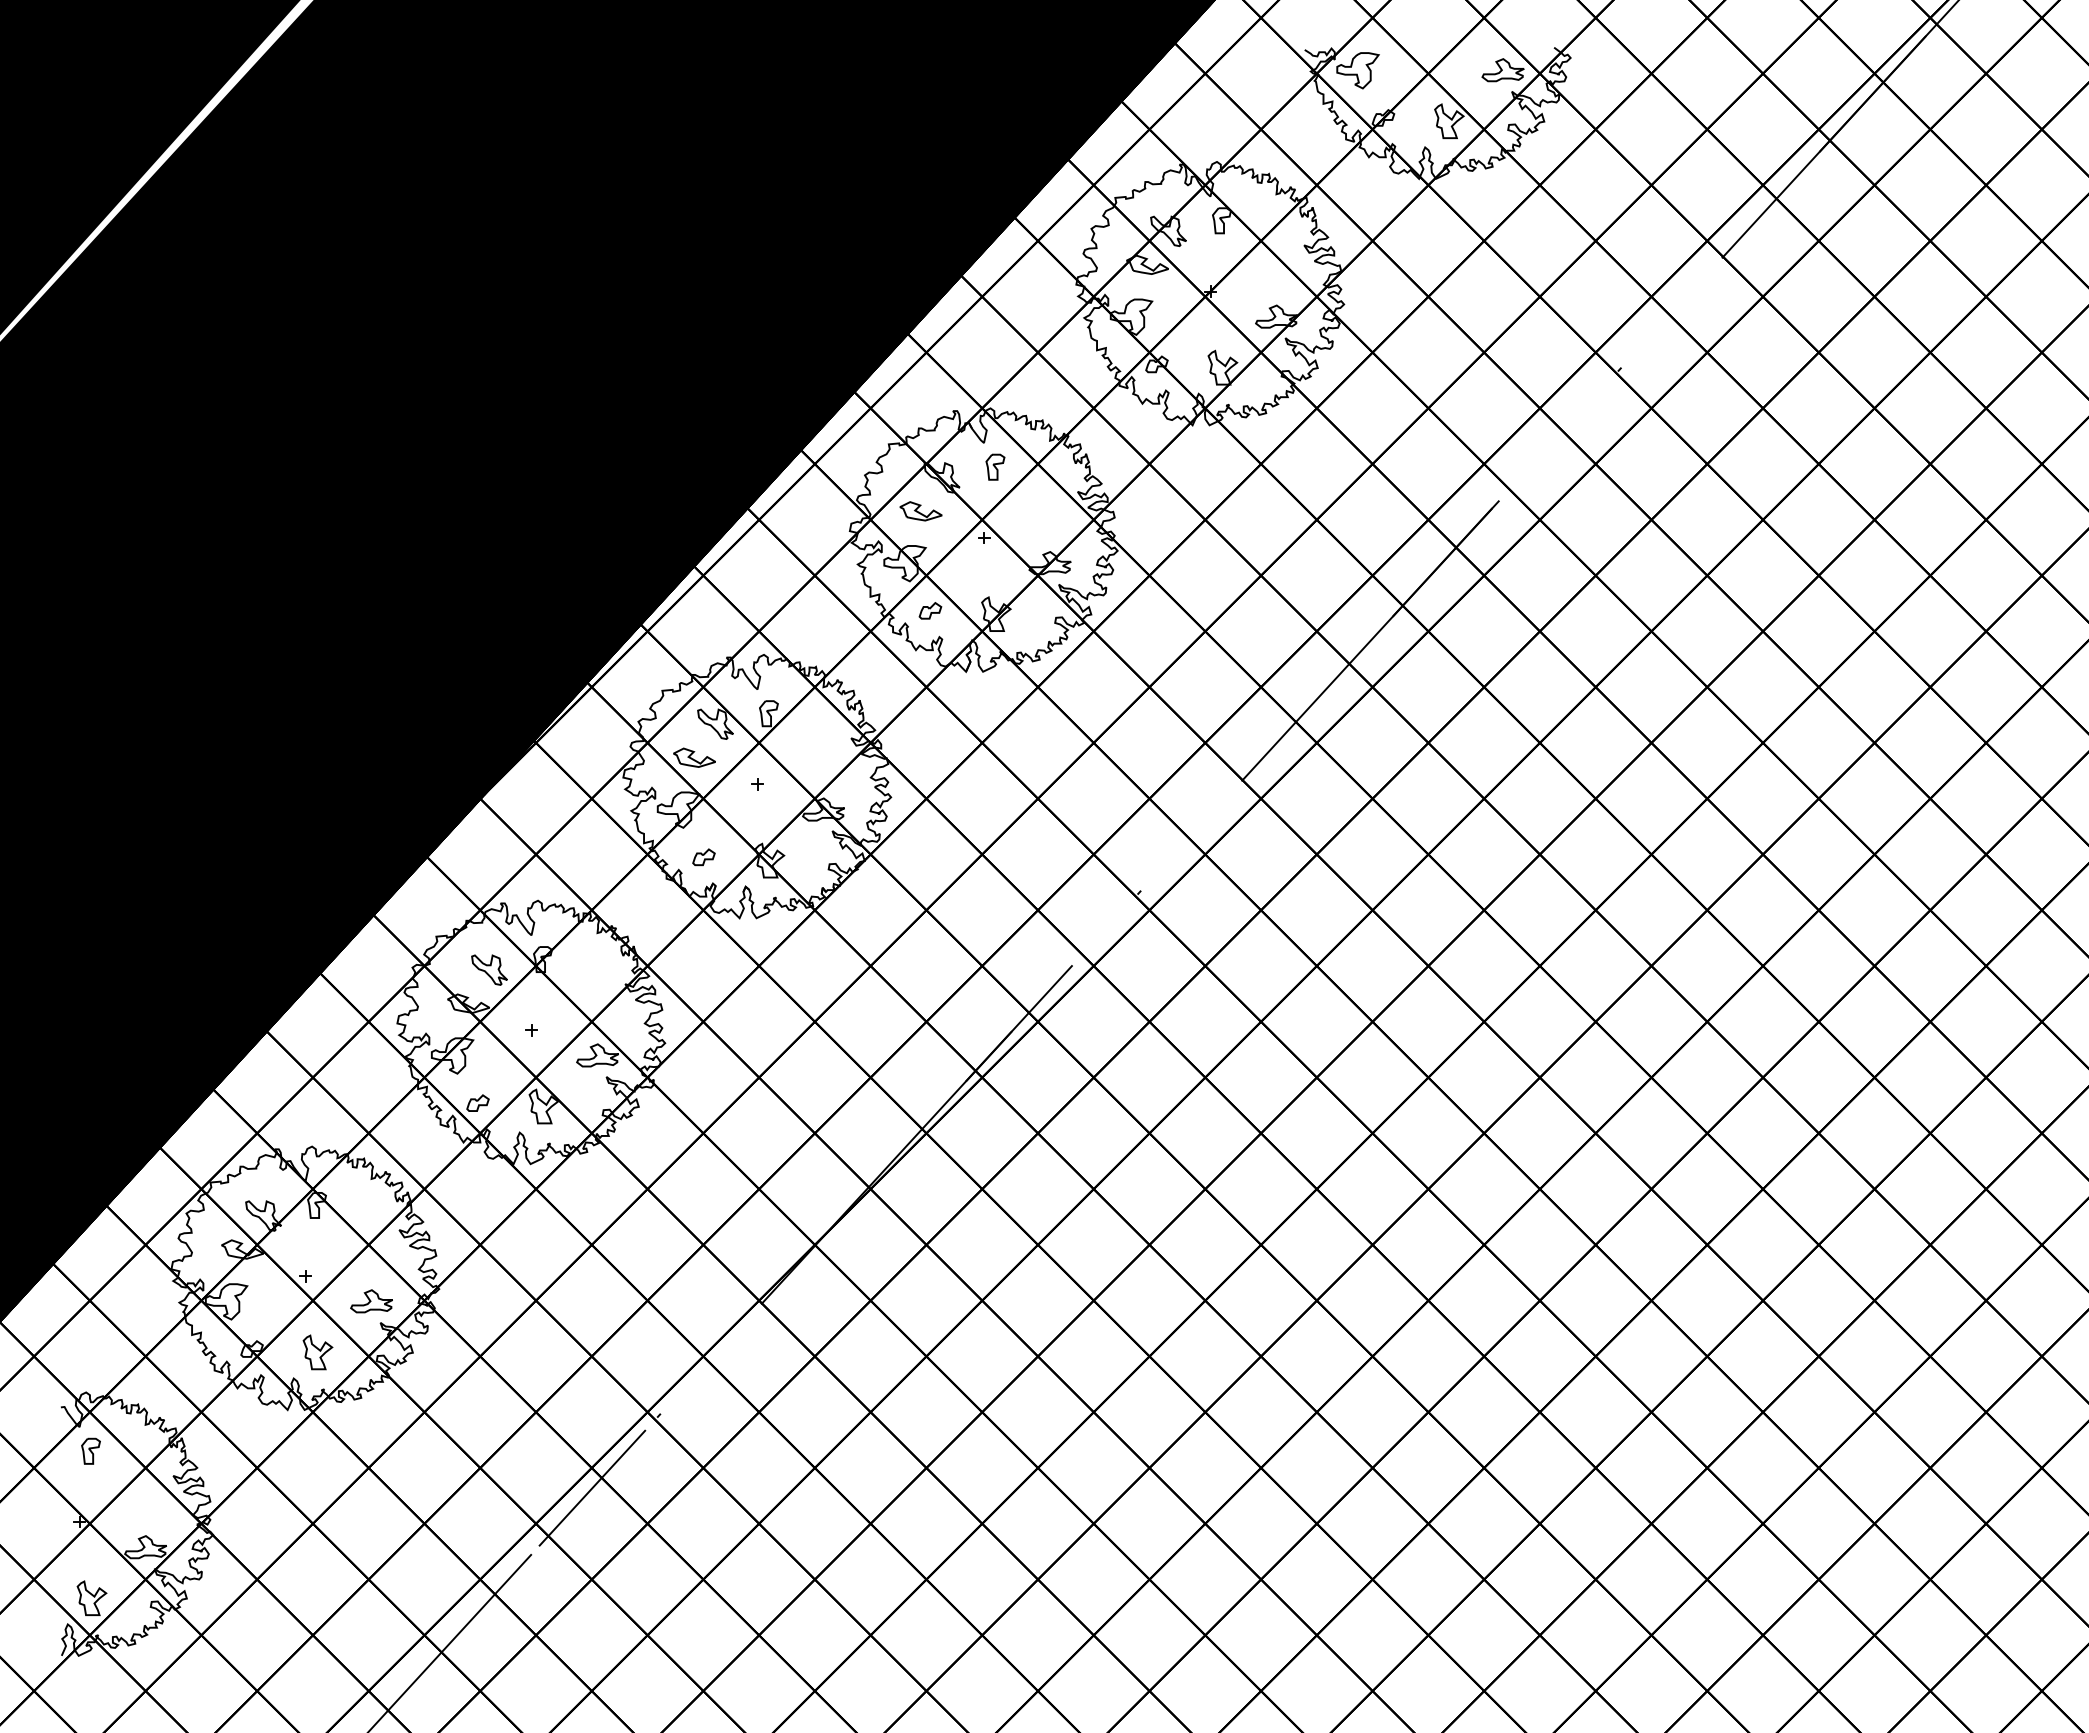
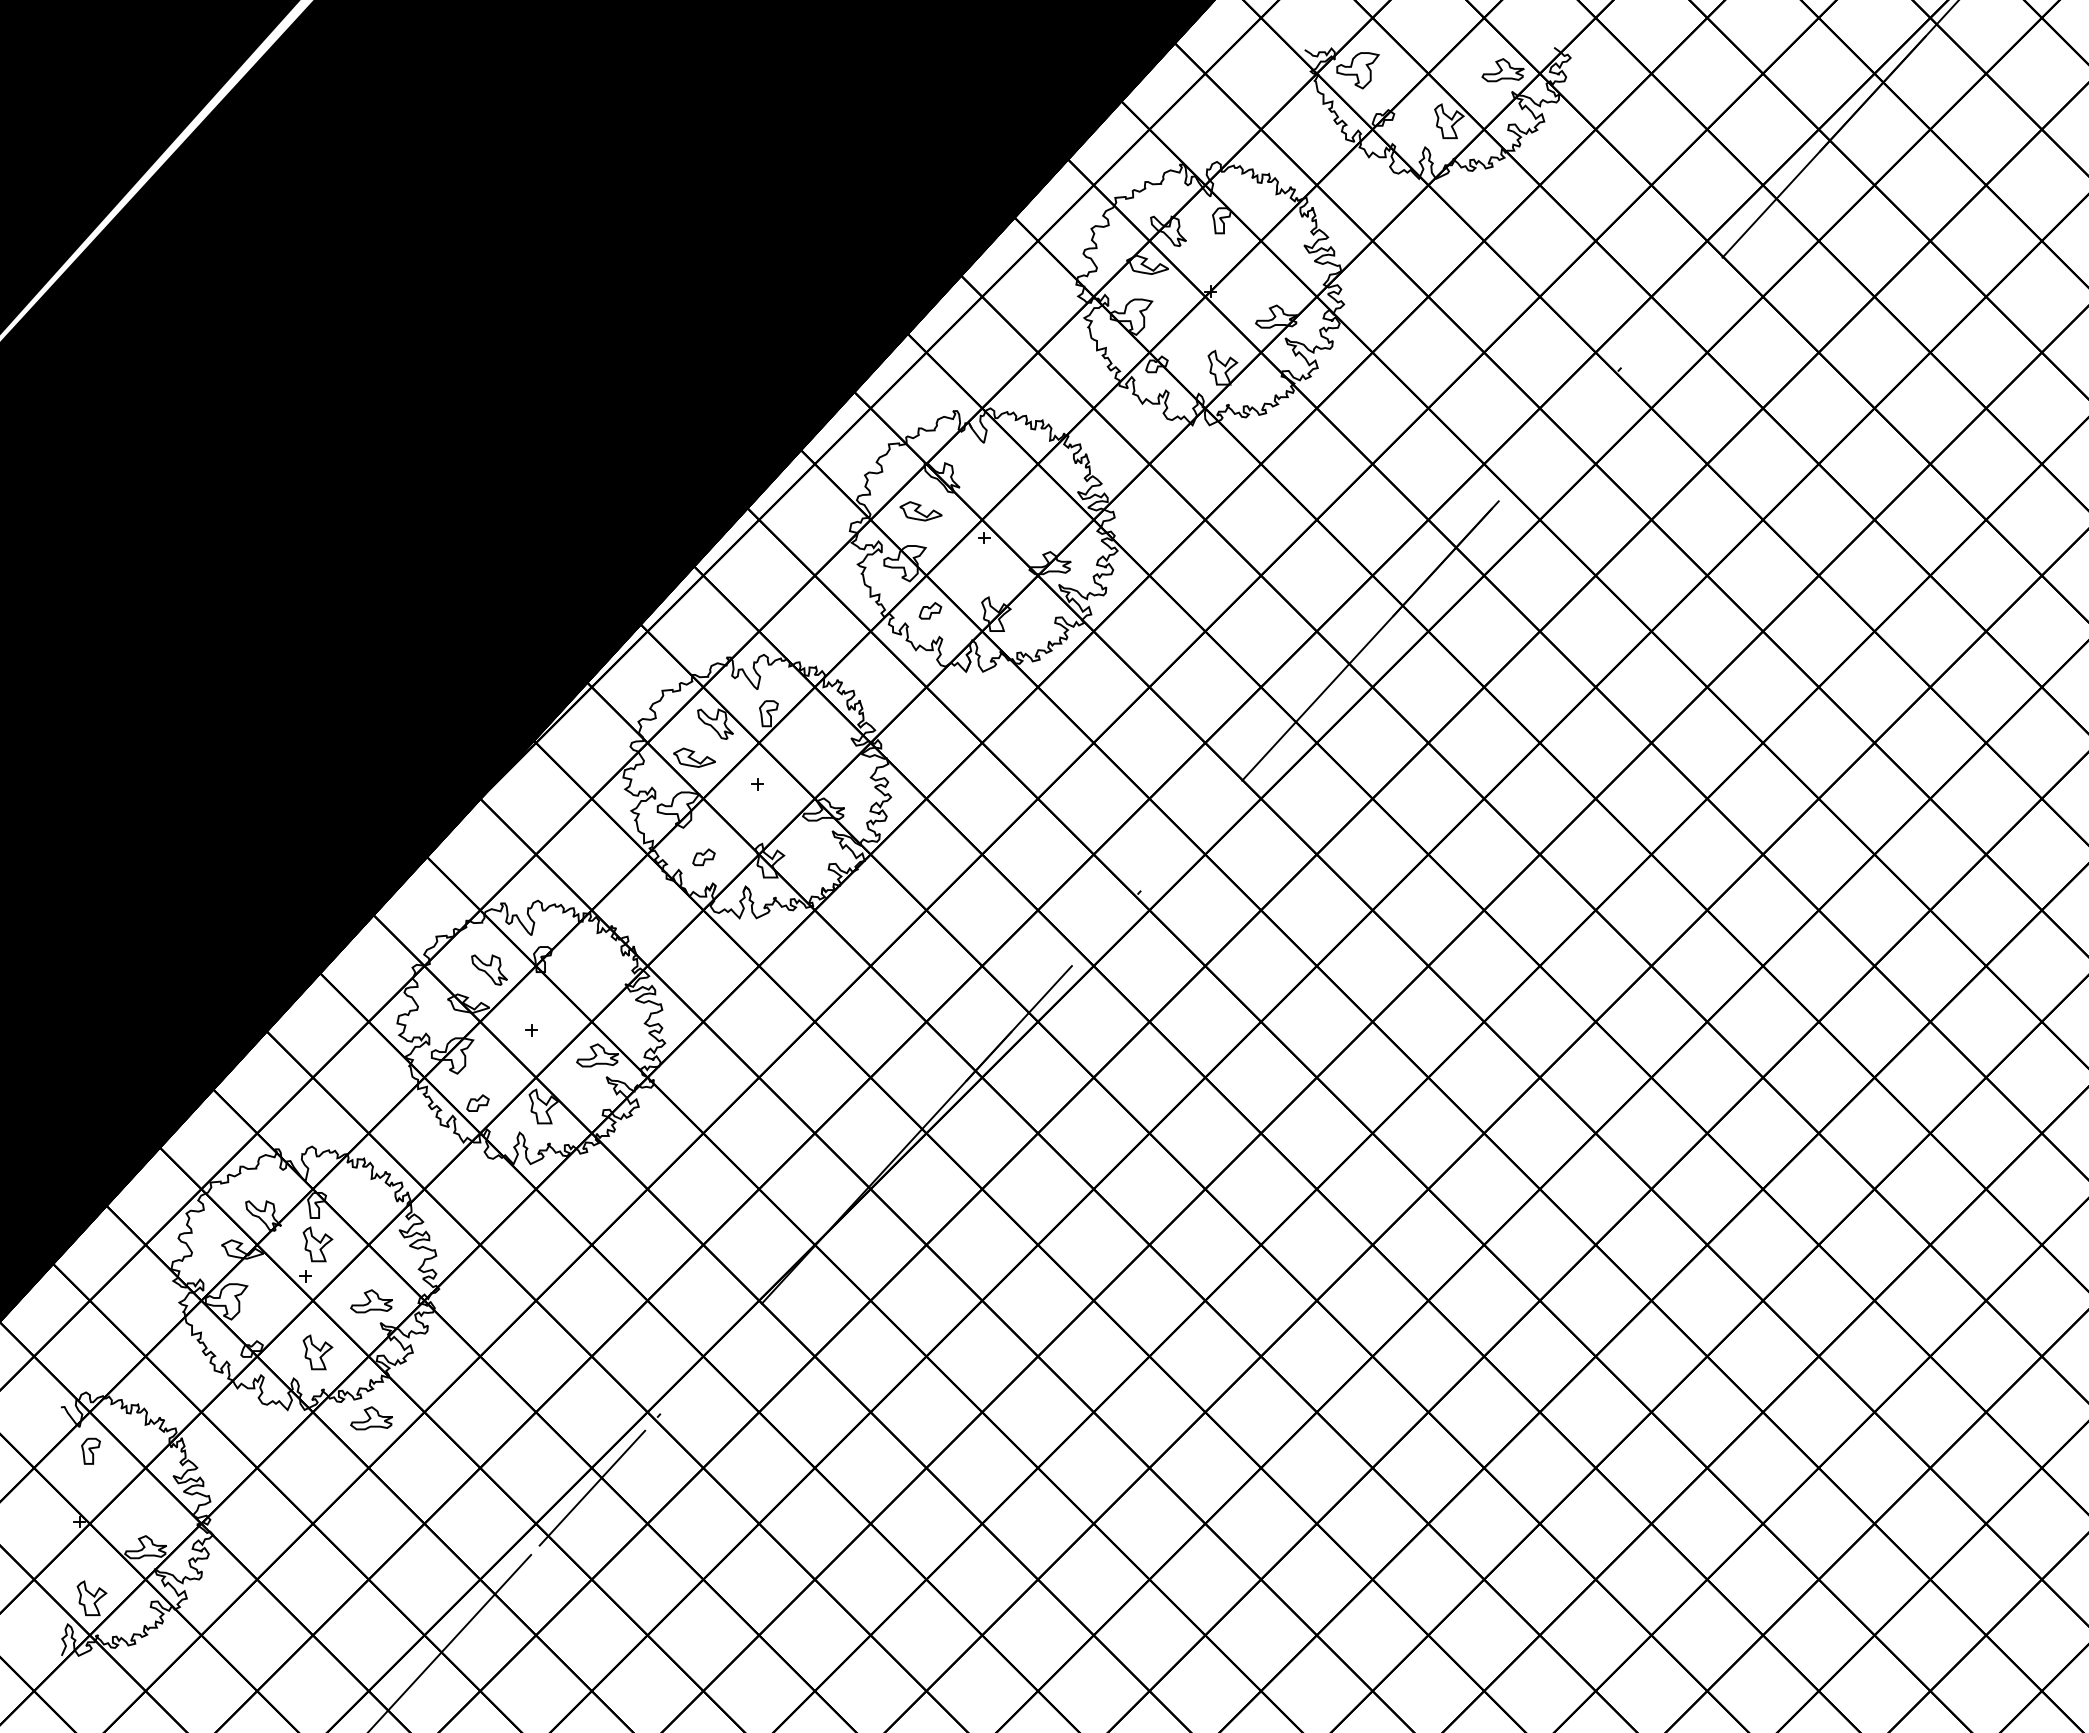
part at (995, 466): present -> none
part at (317, 1244): none -> present
part at (371, 1418): none -> present
